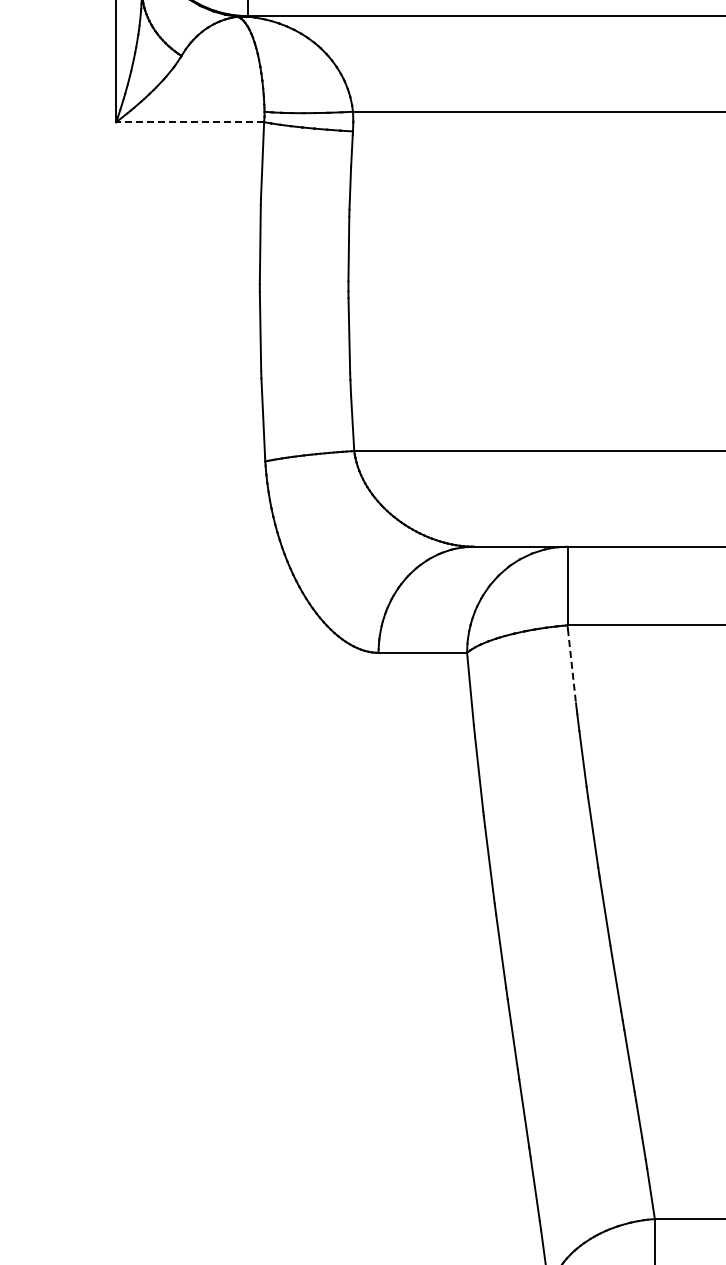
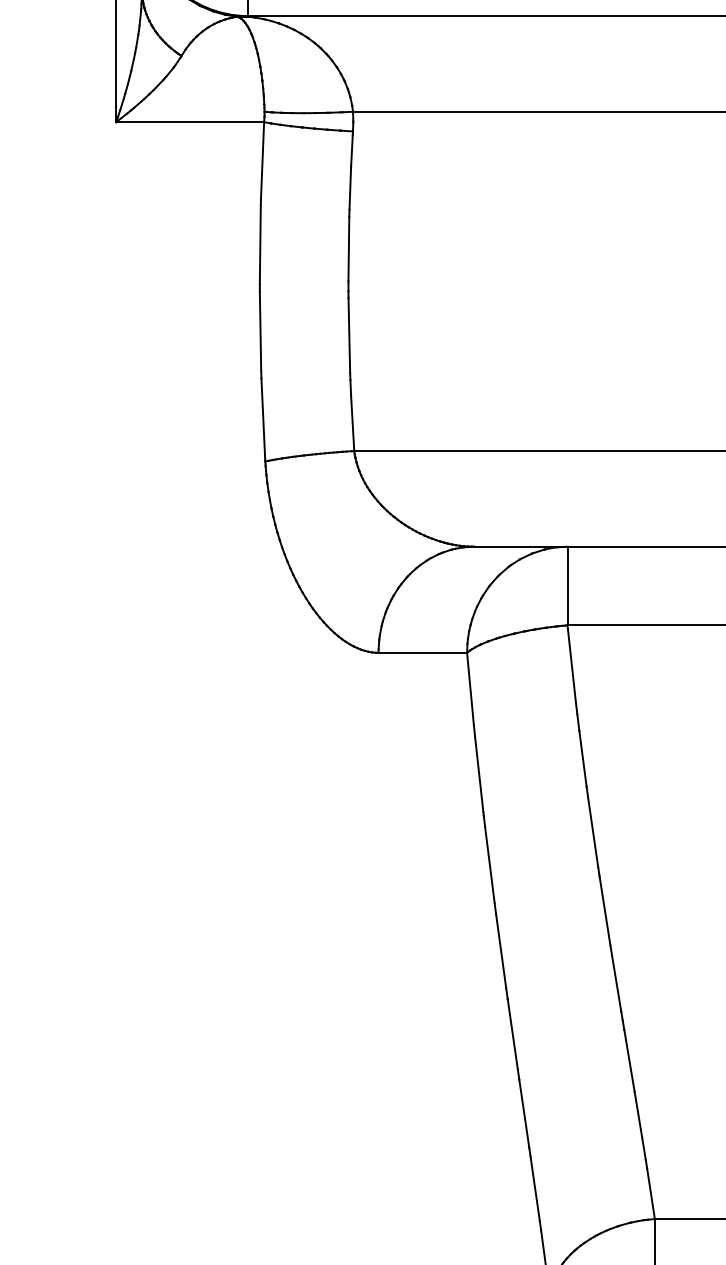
line at (190, 122): dashed -> solid
line at (572, 666): dashed -> solid
